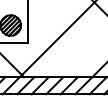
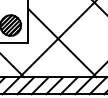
line at (62, 43): none -> present
